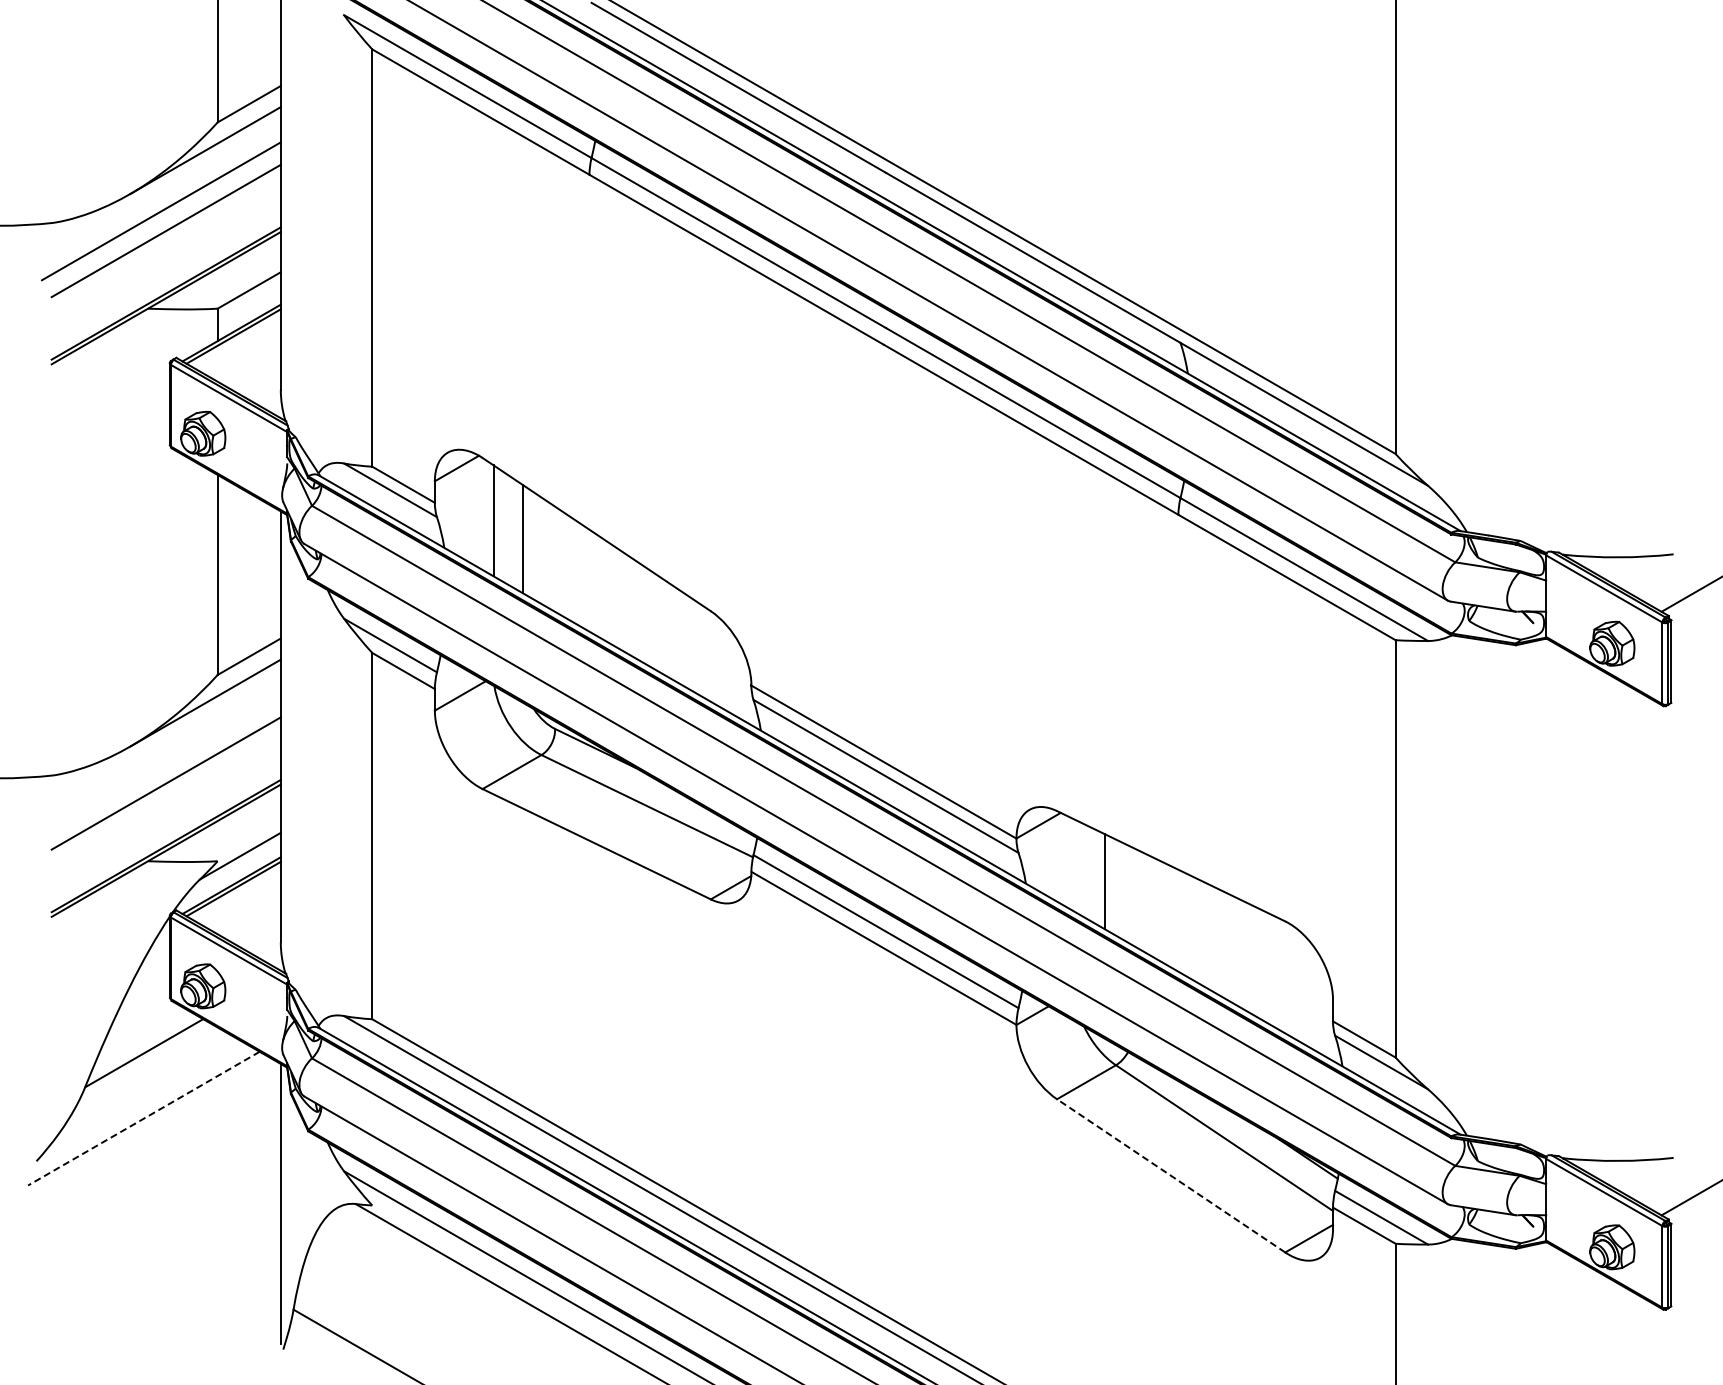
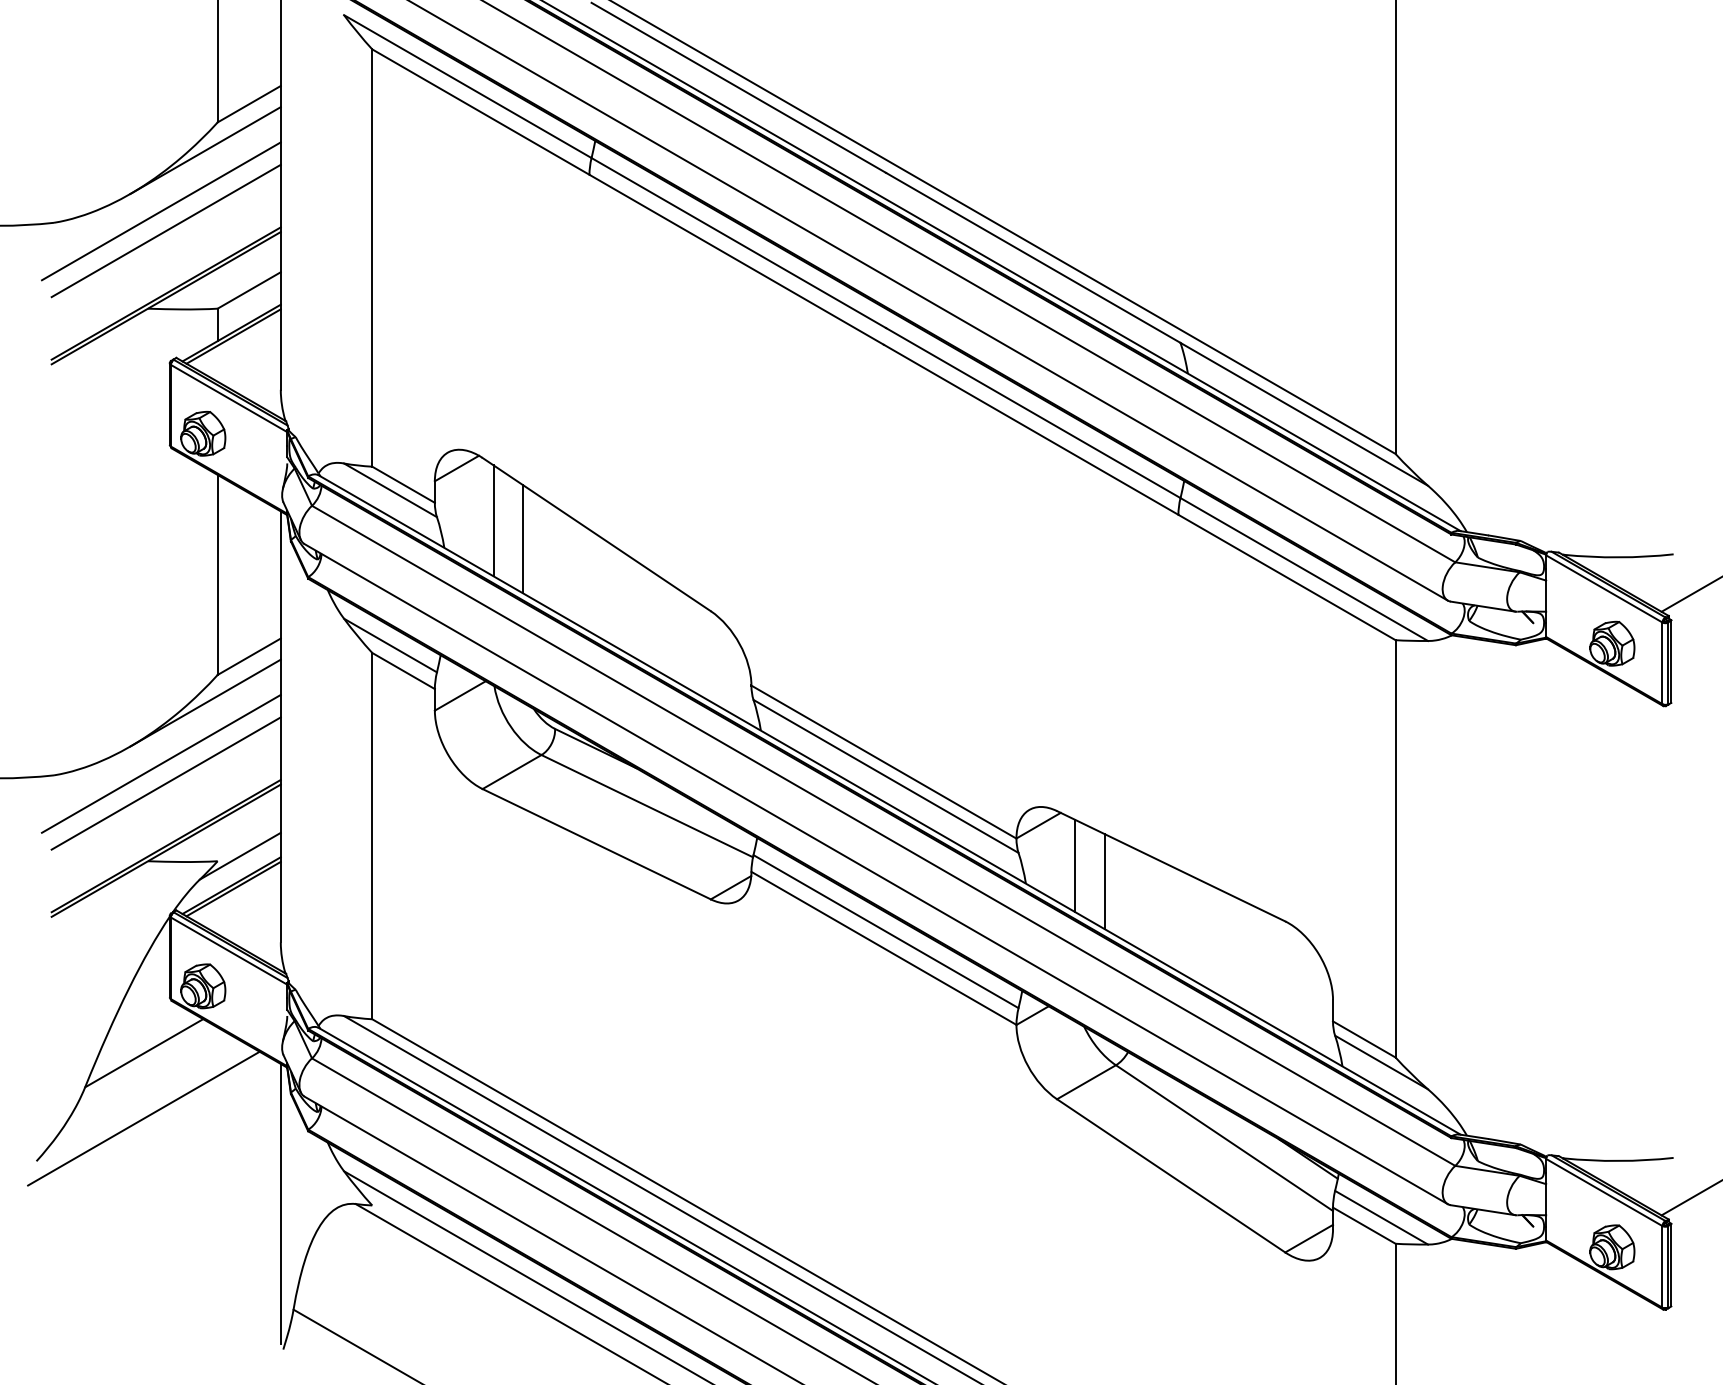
line at (160, 763): none -> present
line at (1075, 865): none -> present
line at (143, 1118): dashed -> solid
line at (1170, 1175): dashed -> solid
